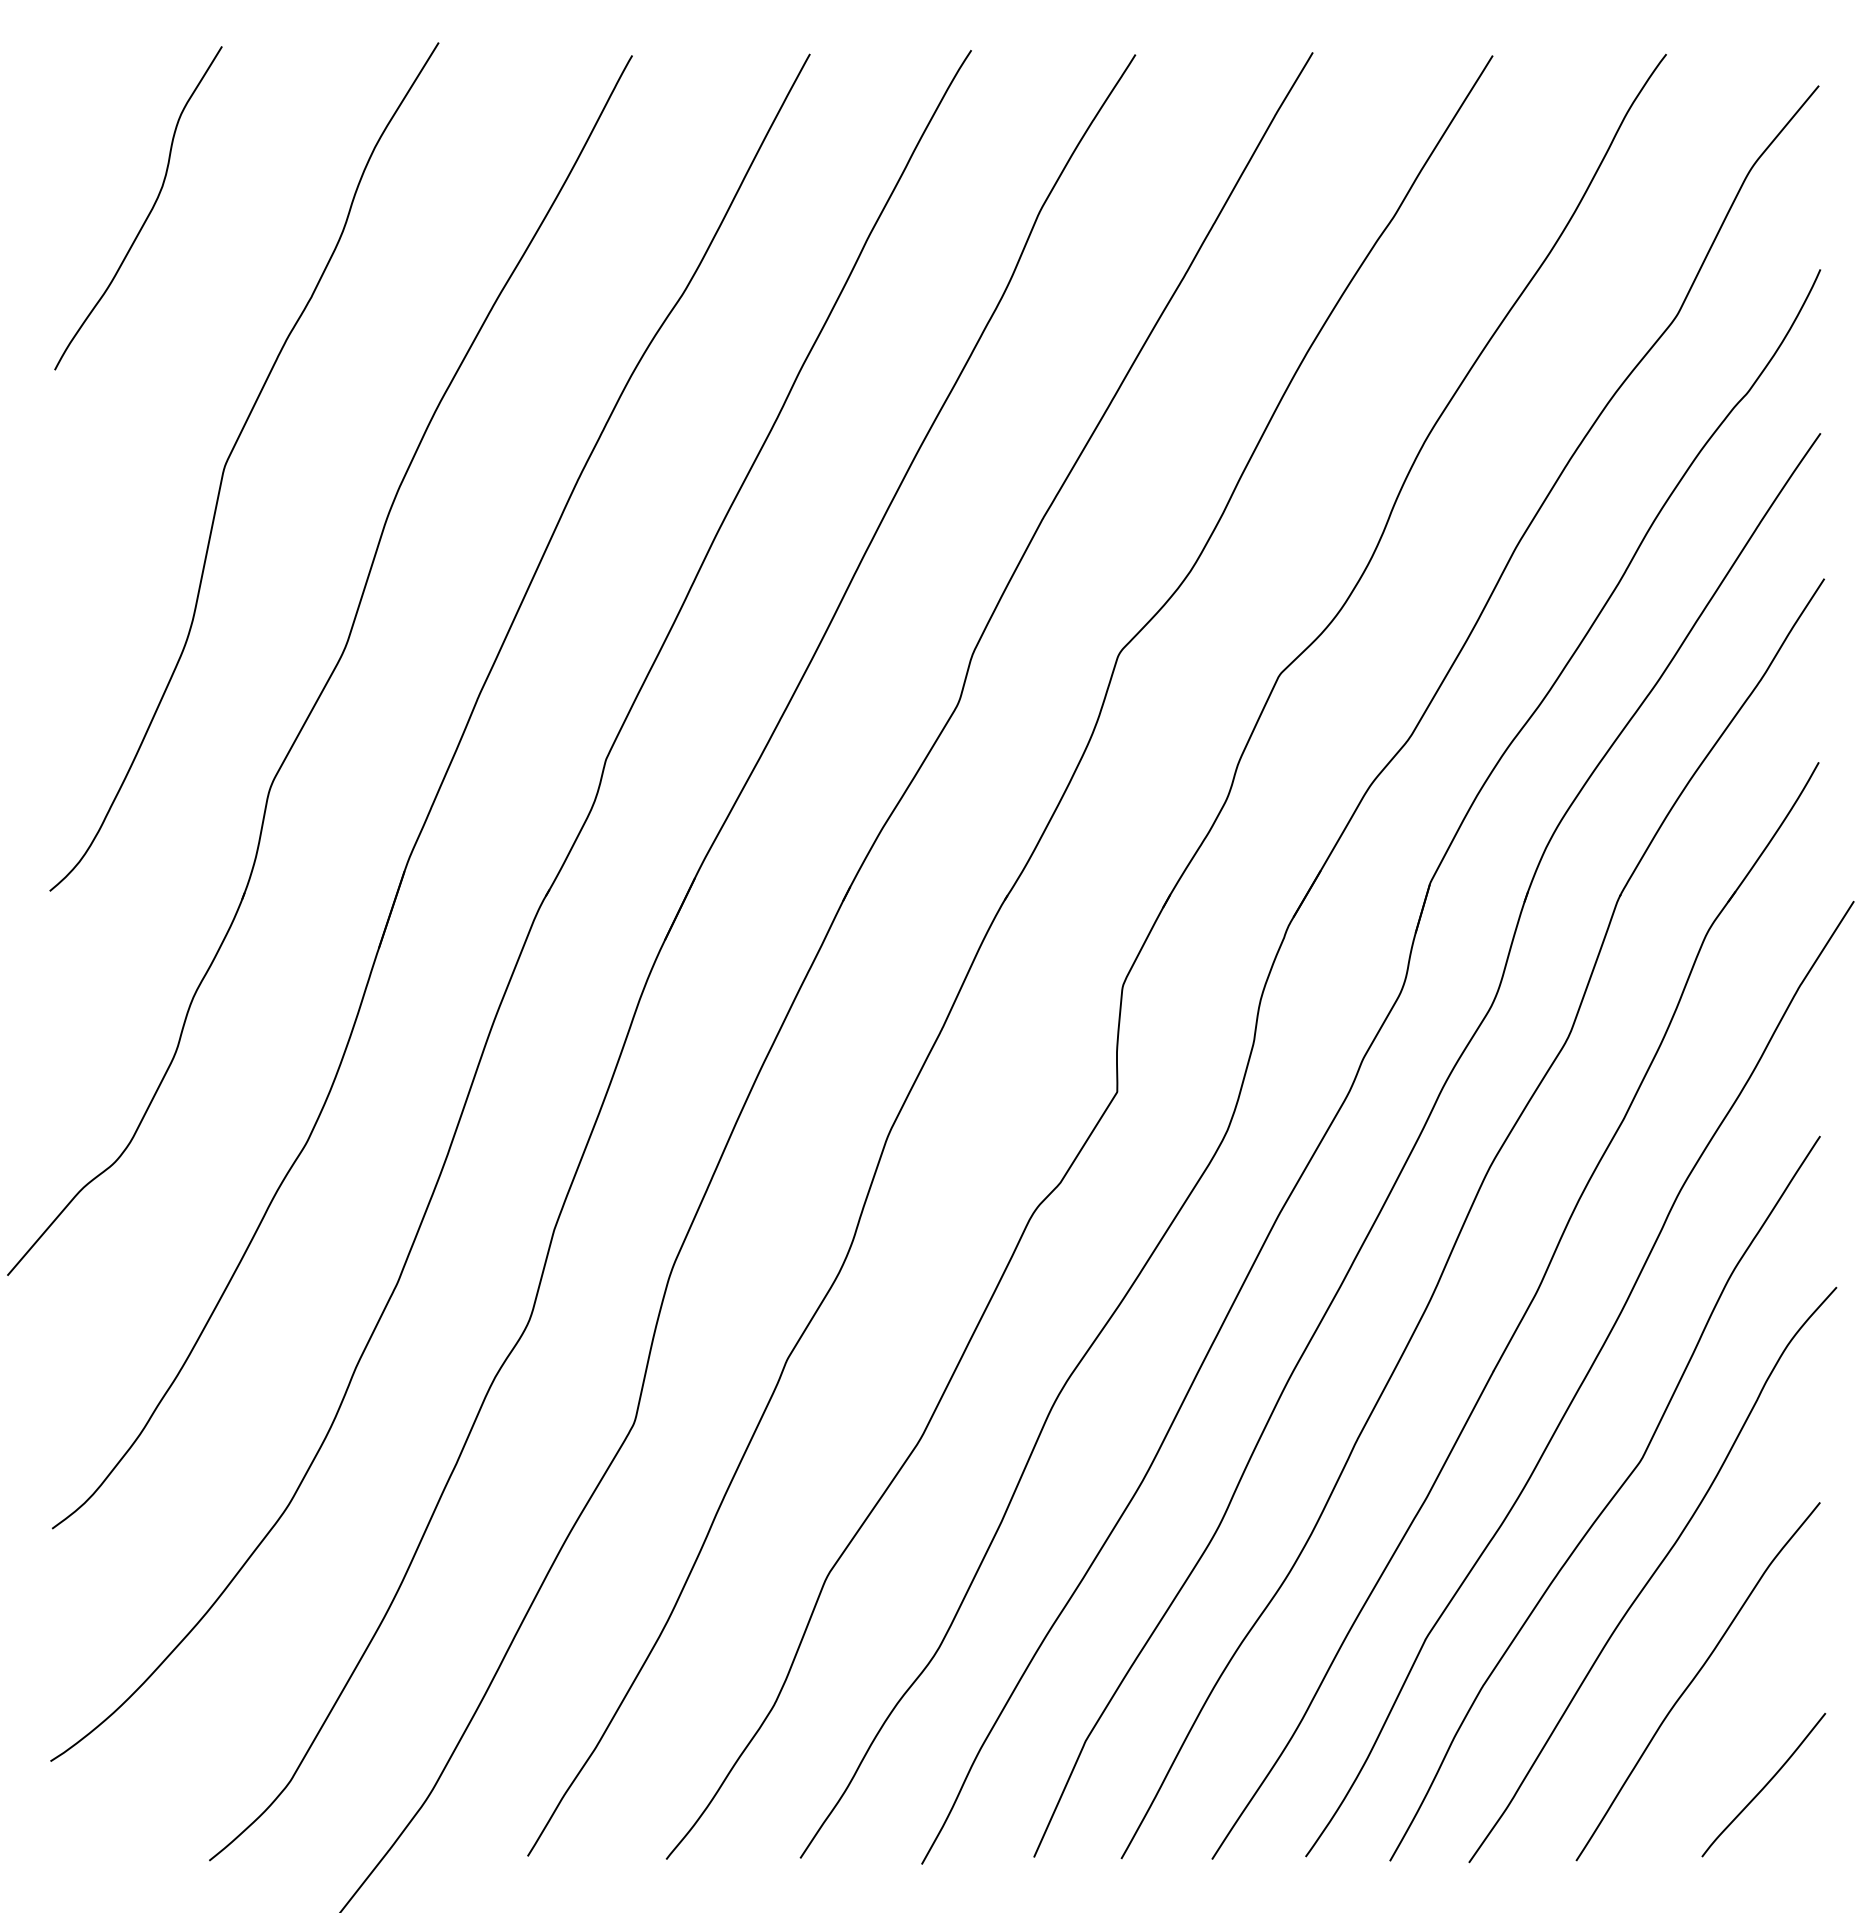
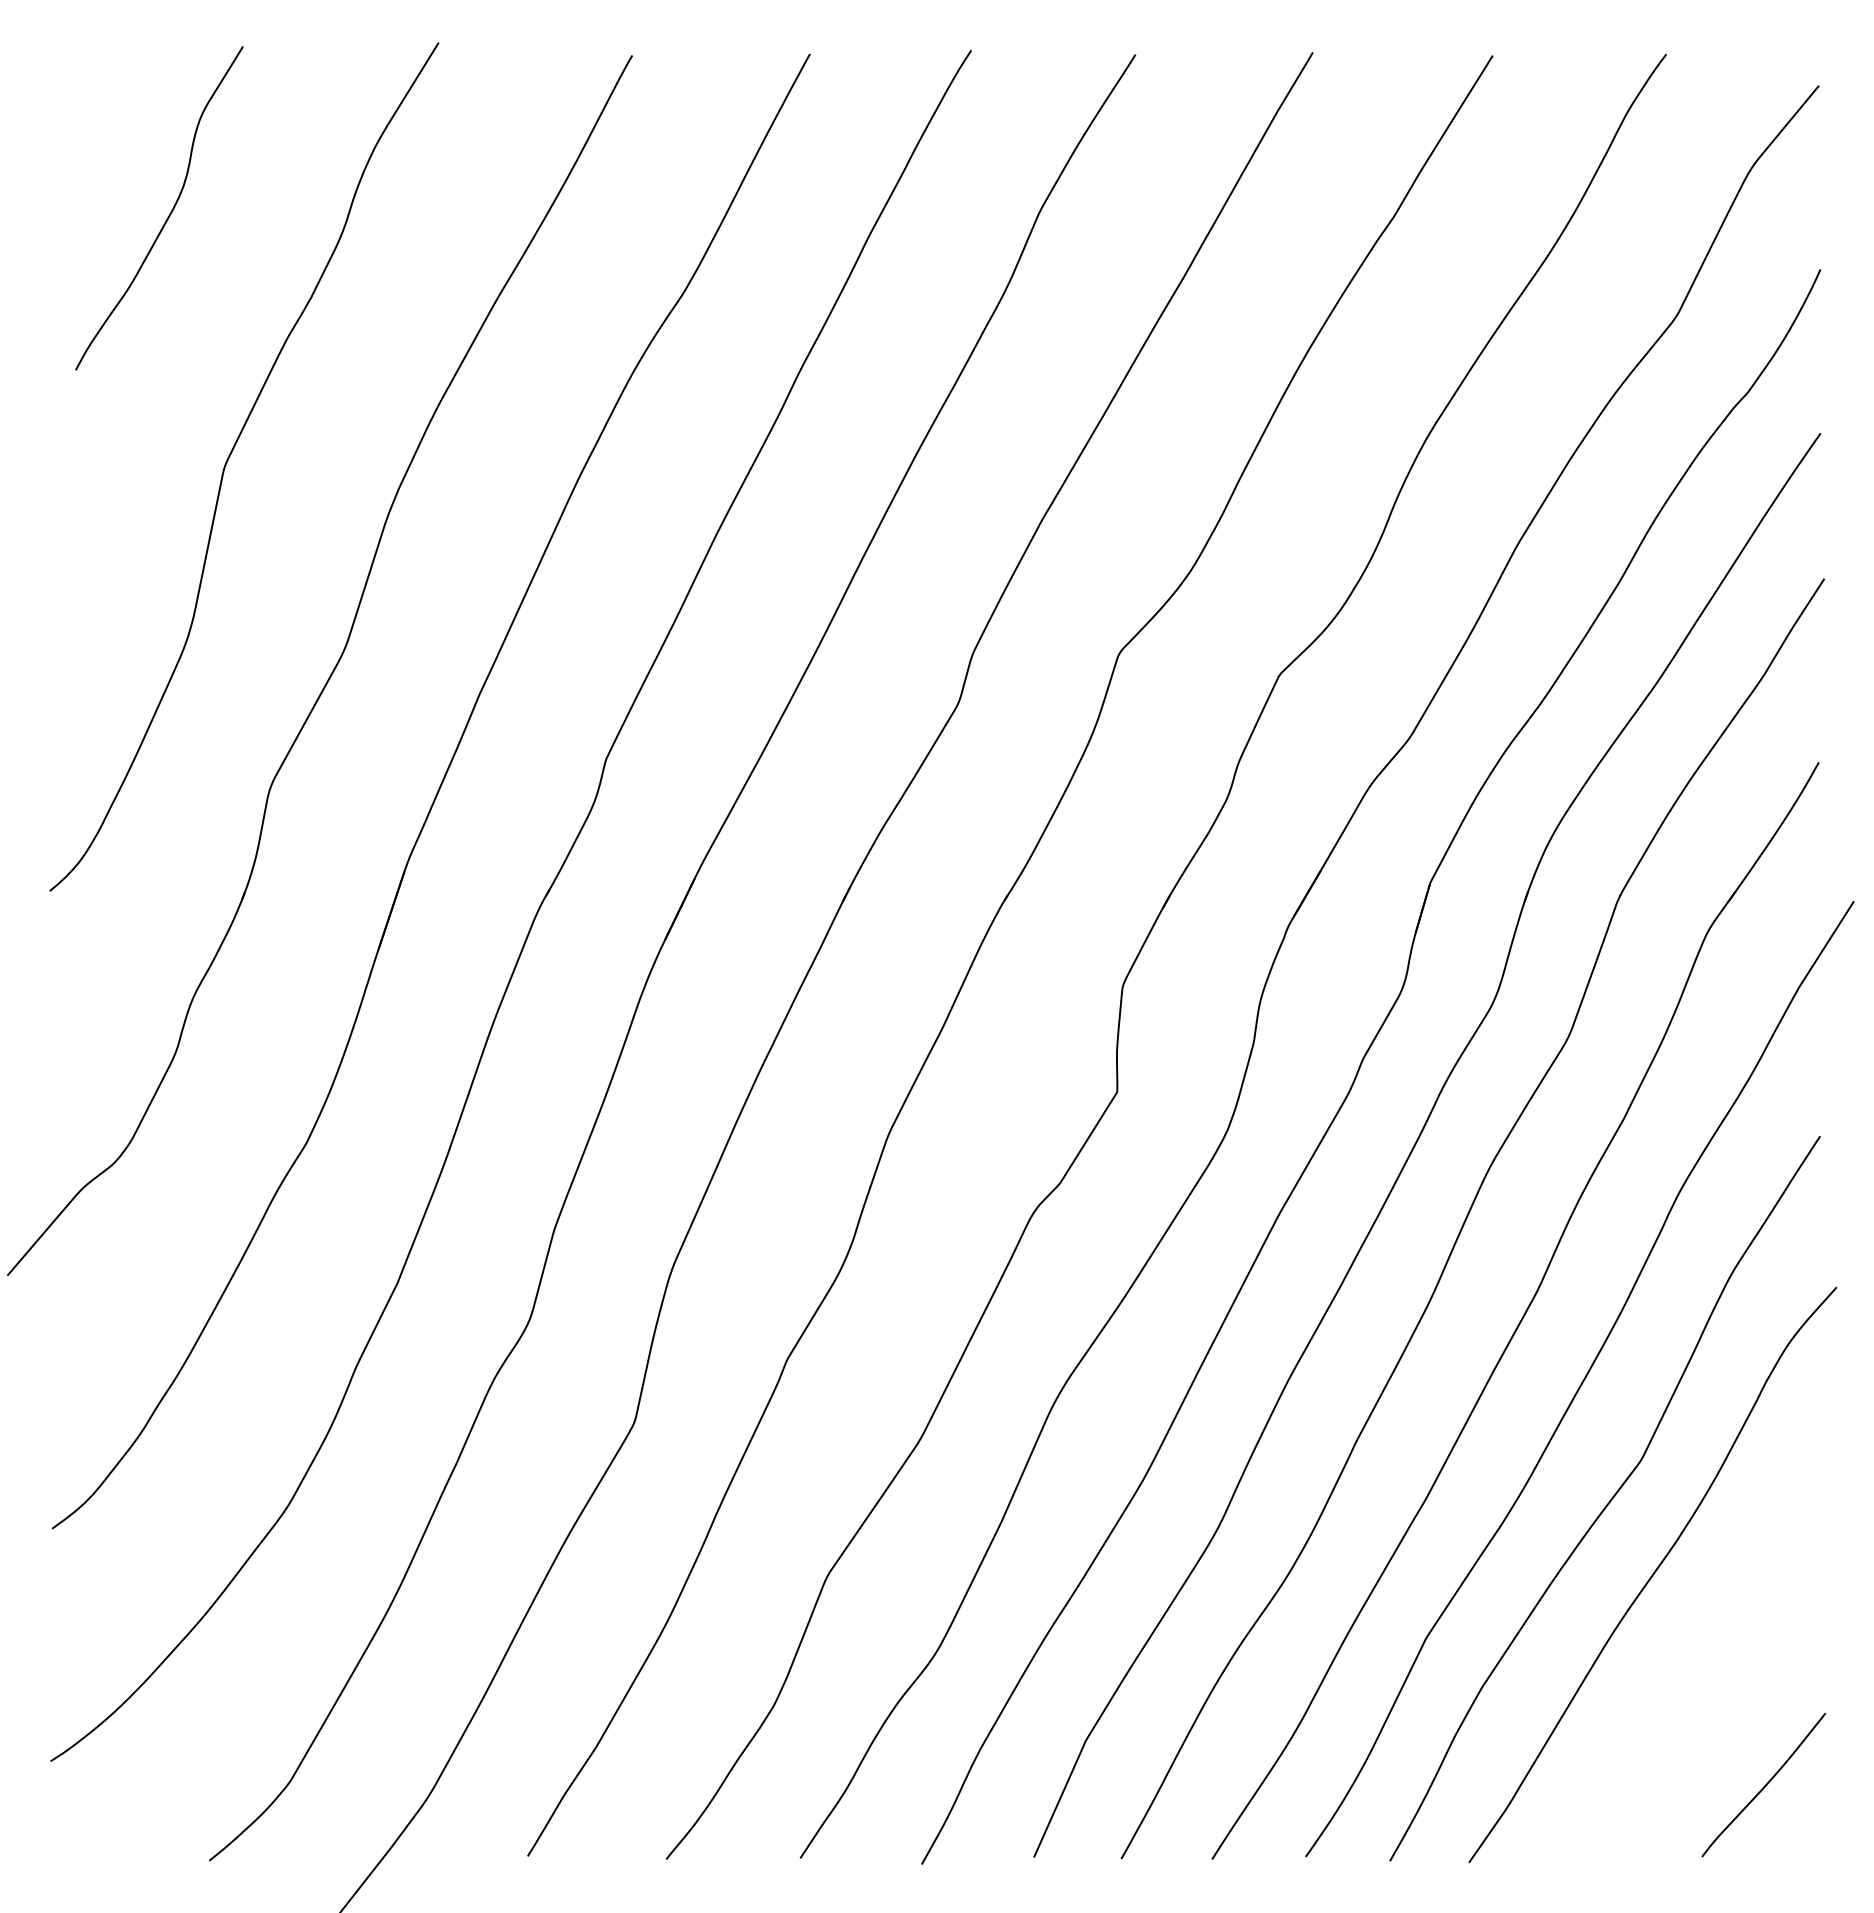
curve at (148, 213) position: (148, 213) -> (169, 213)
curve at (1695, 1678): present -> none
